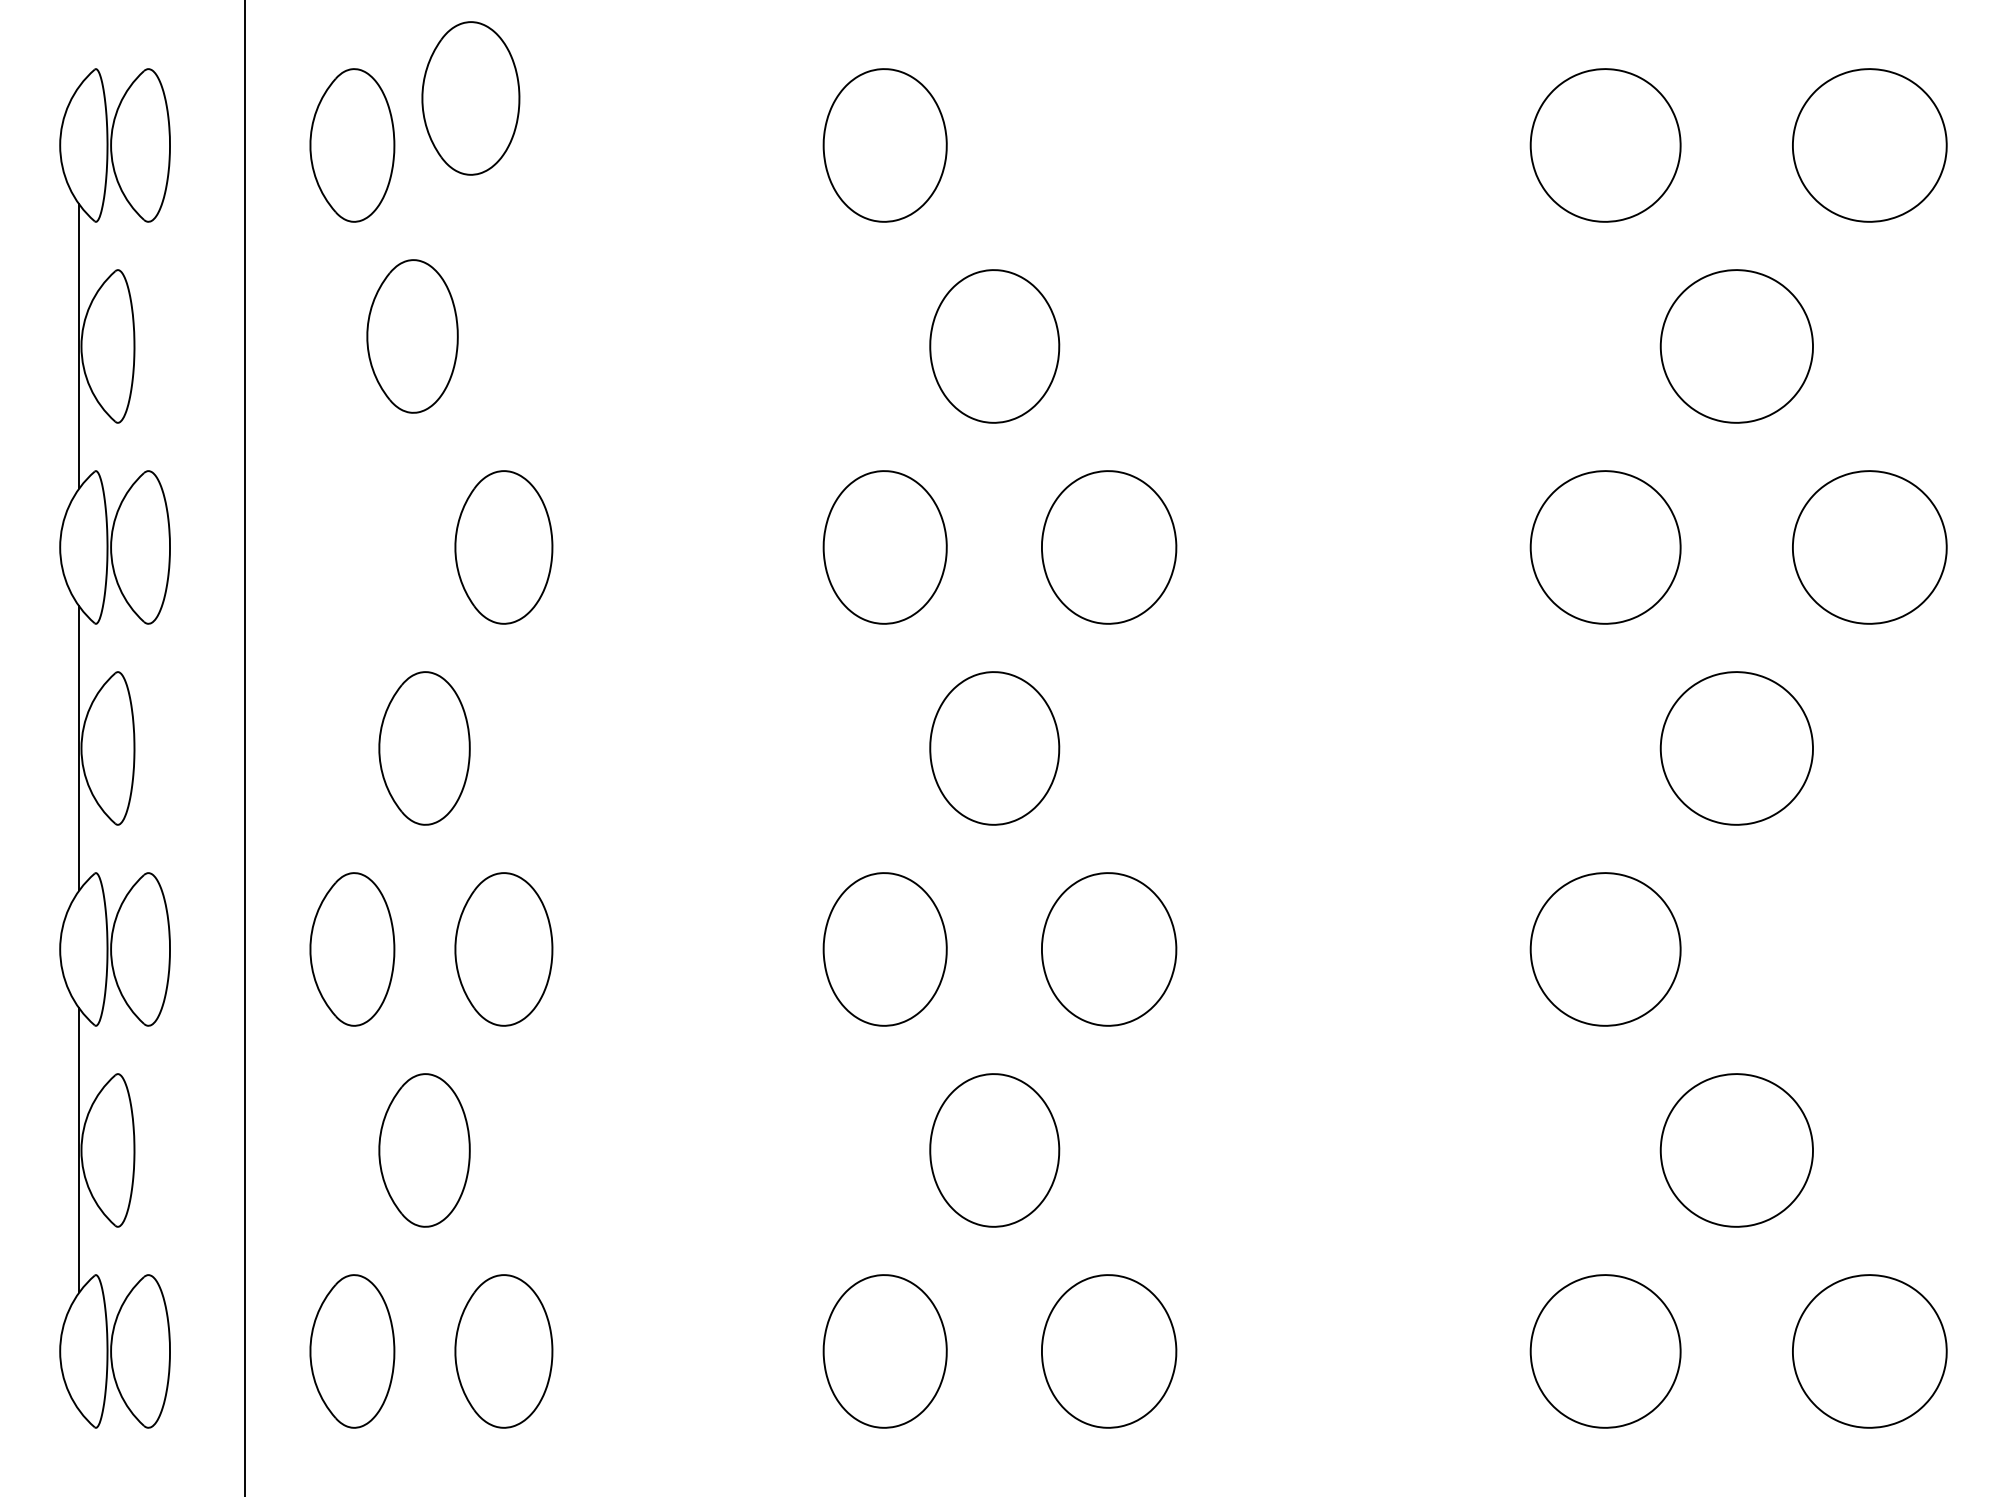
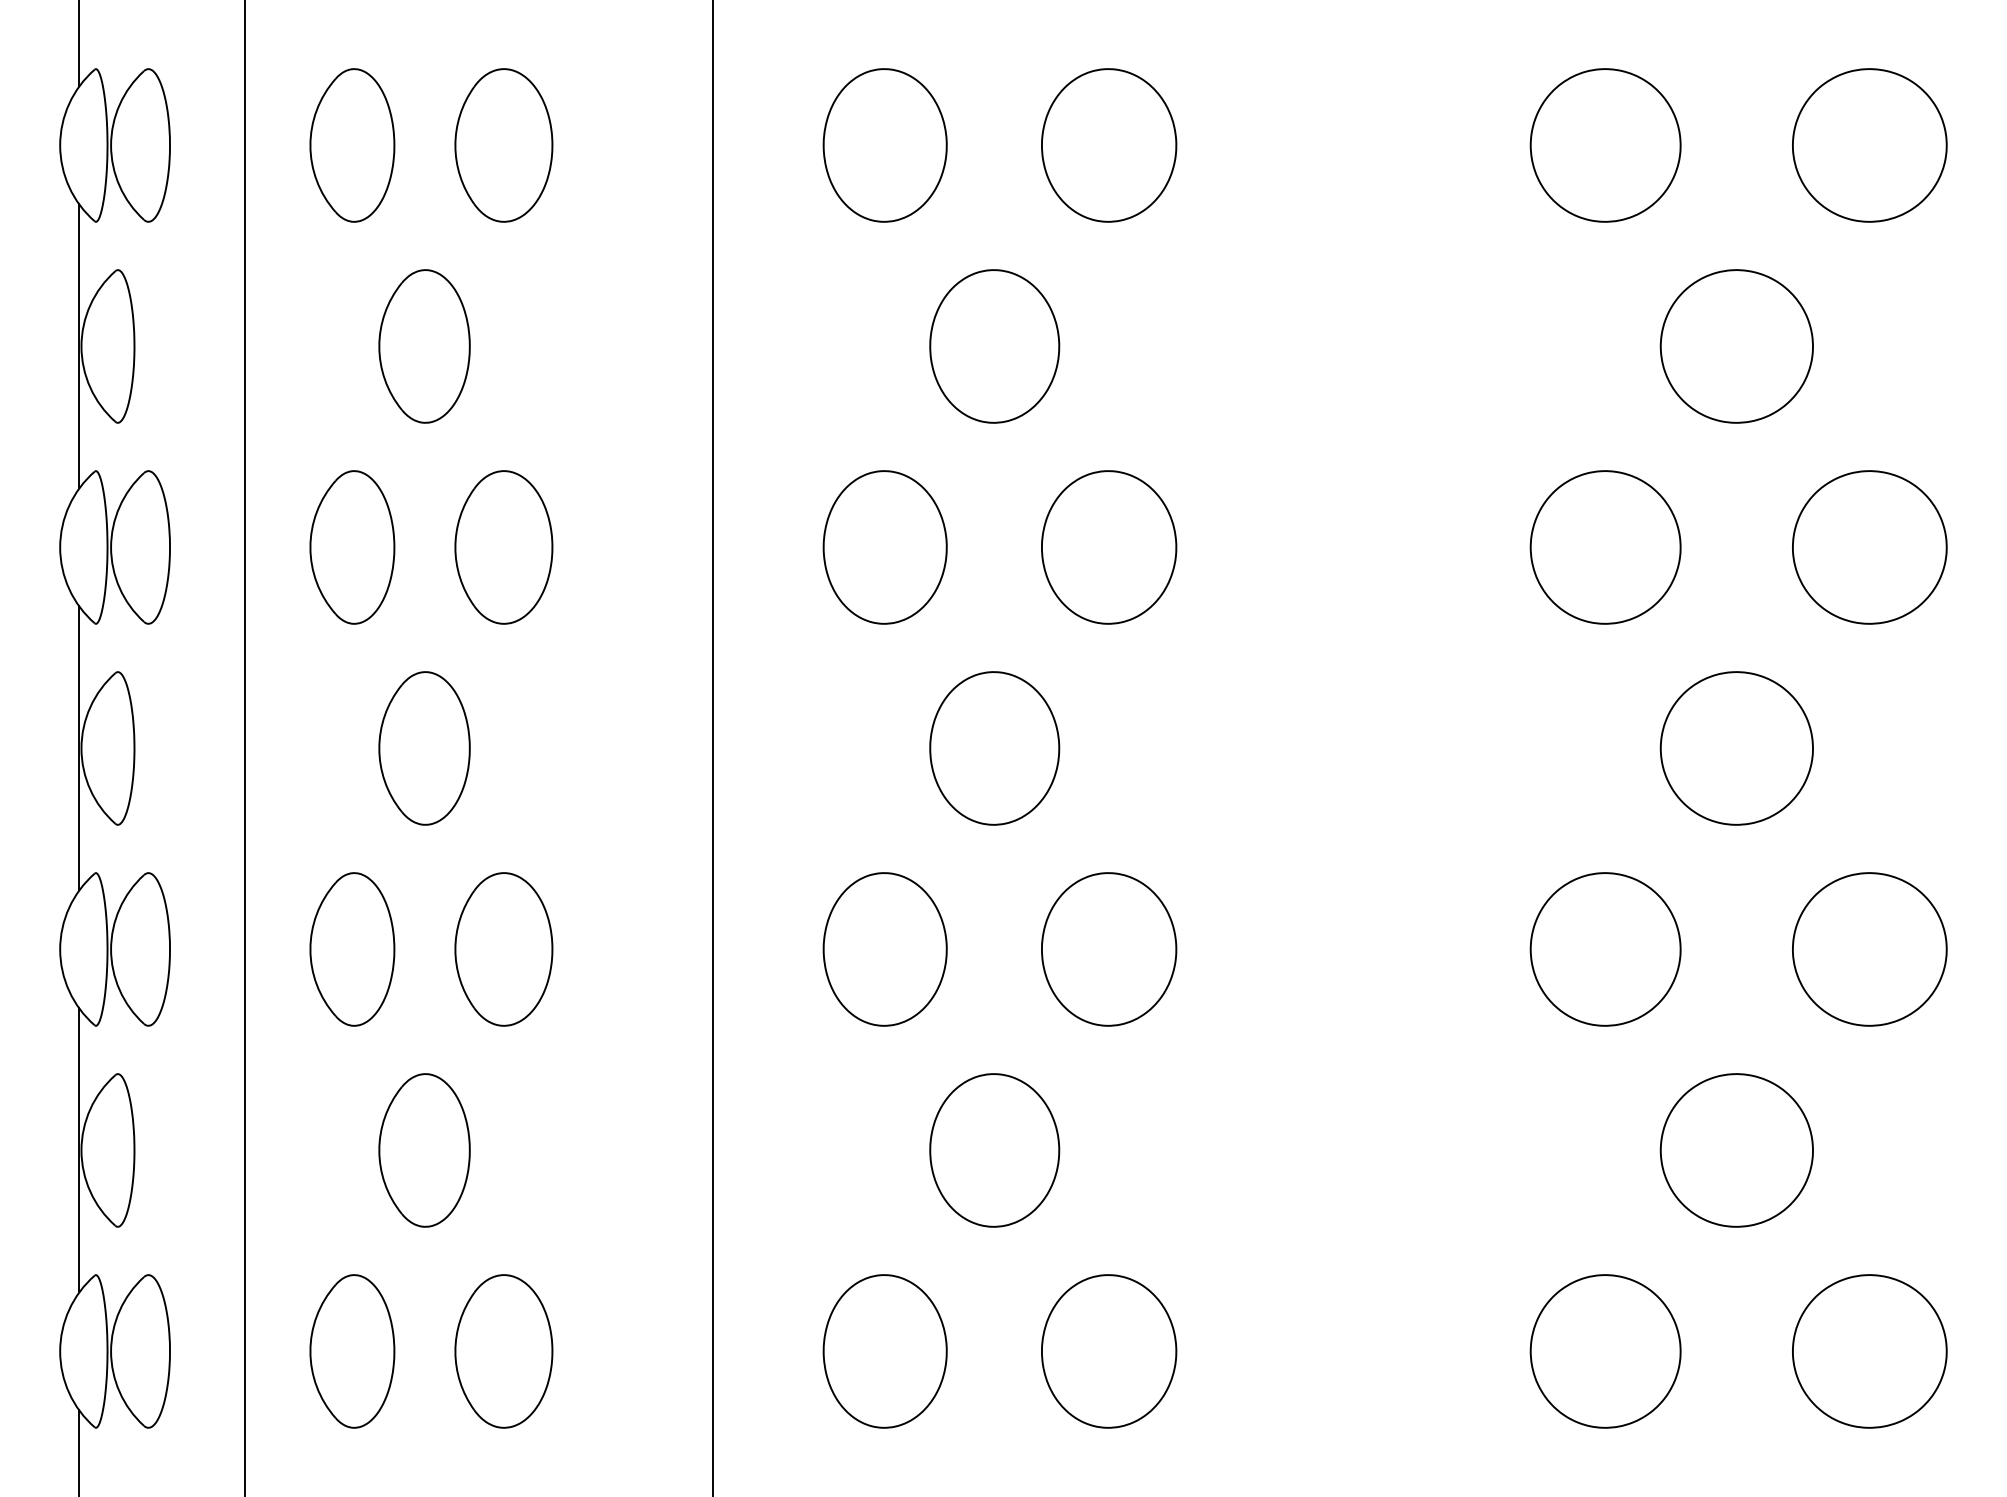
line at (79, 44): none -> present
part at (470, 98) position: (470, 98) -> (503, 145)
part at (1109, 145): none -> present
part at (412, 336) position: (412, 336) -> (424, 346)
part at (352, 547): none -> present
line at (713, 747): none -> present
part at (1869, 949): none -> present
line at (79, 1451): none -> present
